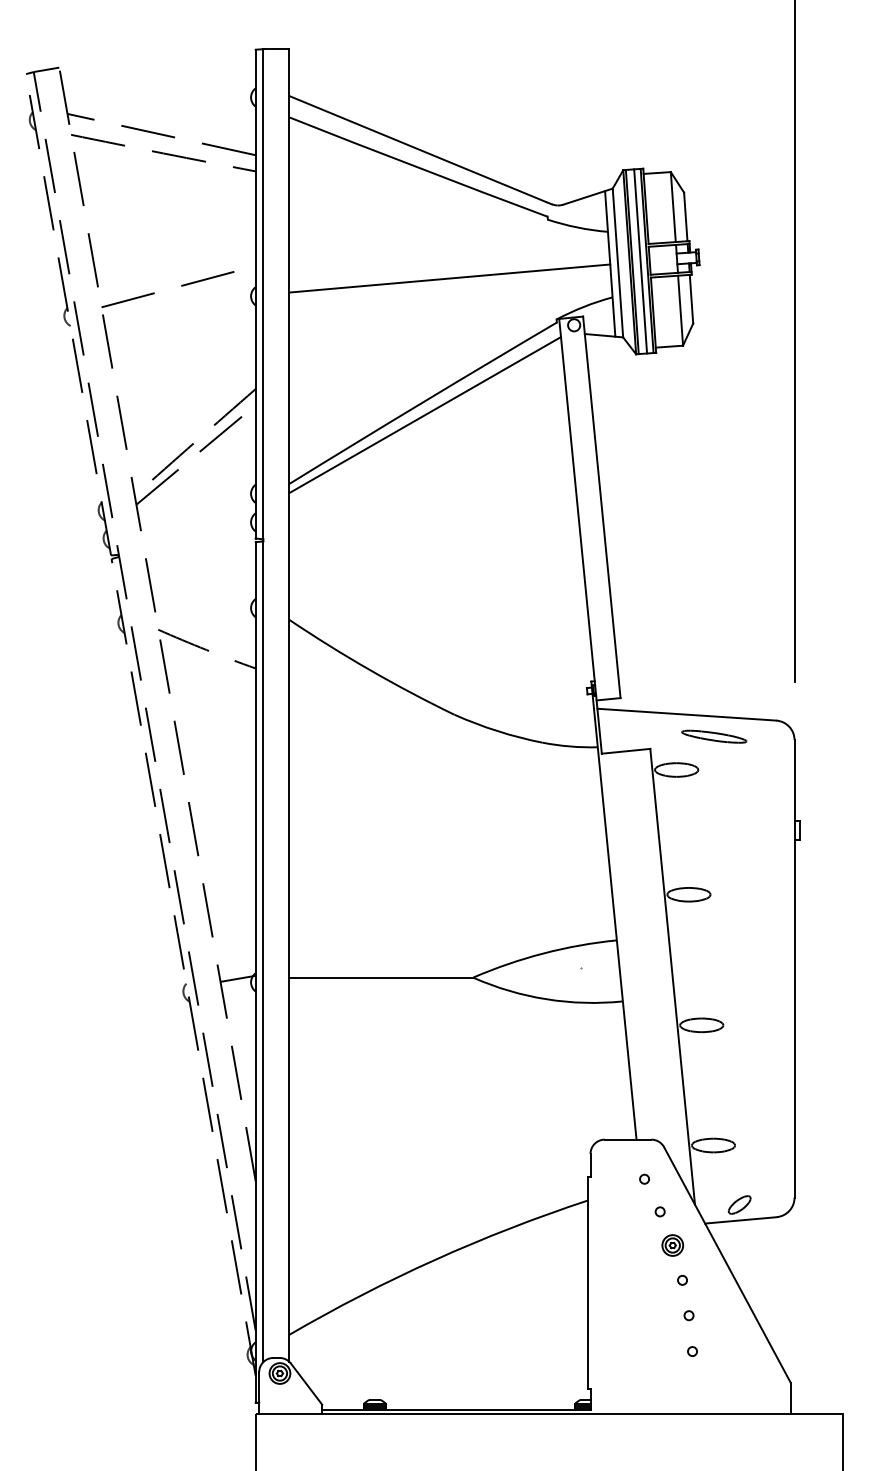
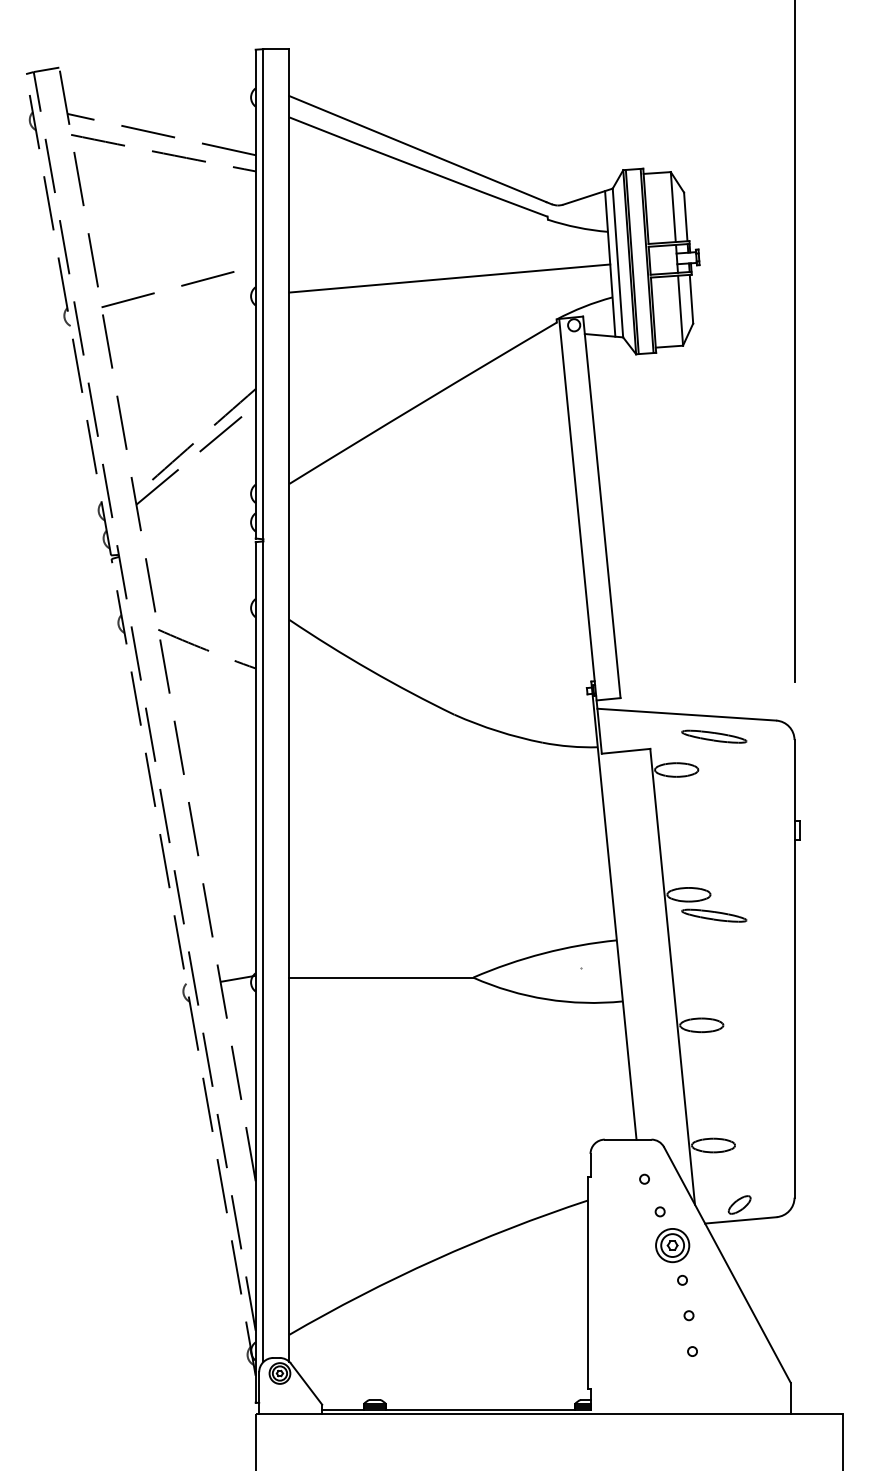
line at (640, 261): present -> none
line at (424, 415): present -> none
part at (714, 915): none -> present
part at (672, 1245) size: 24x23 px -> 36x36 px
